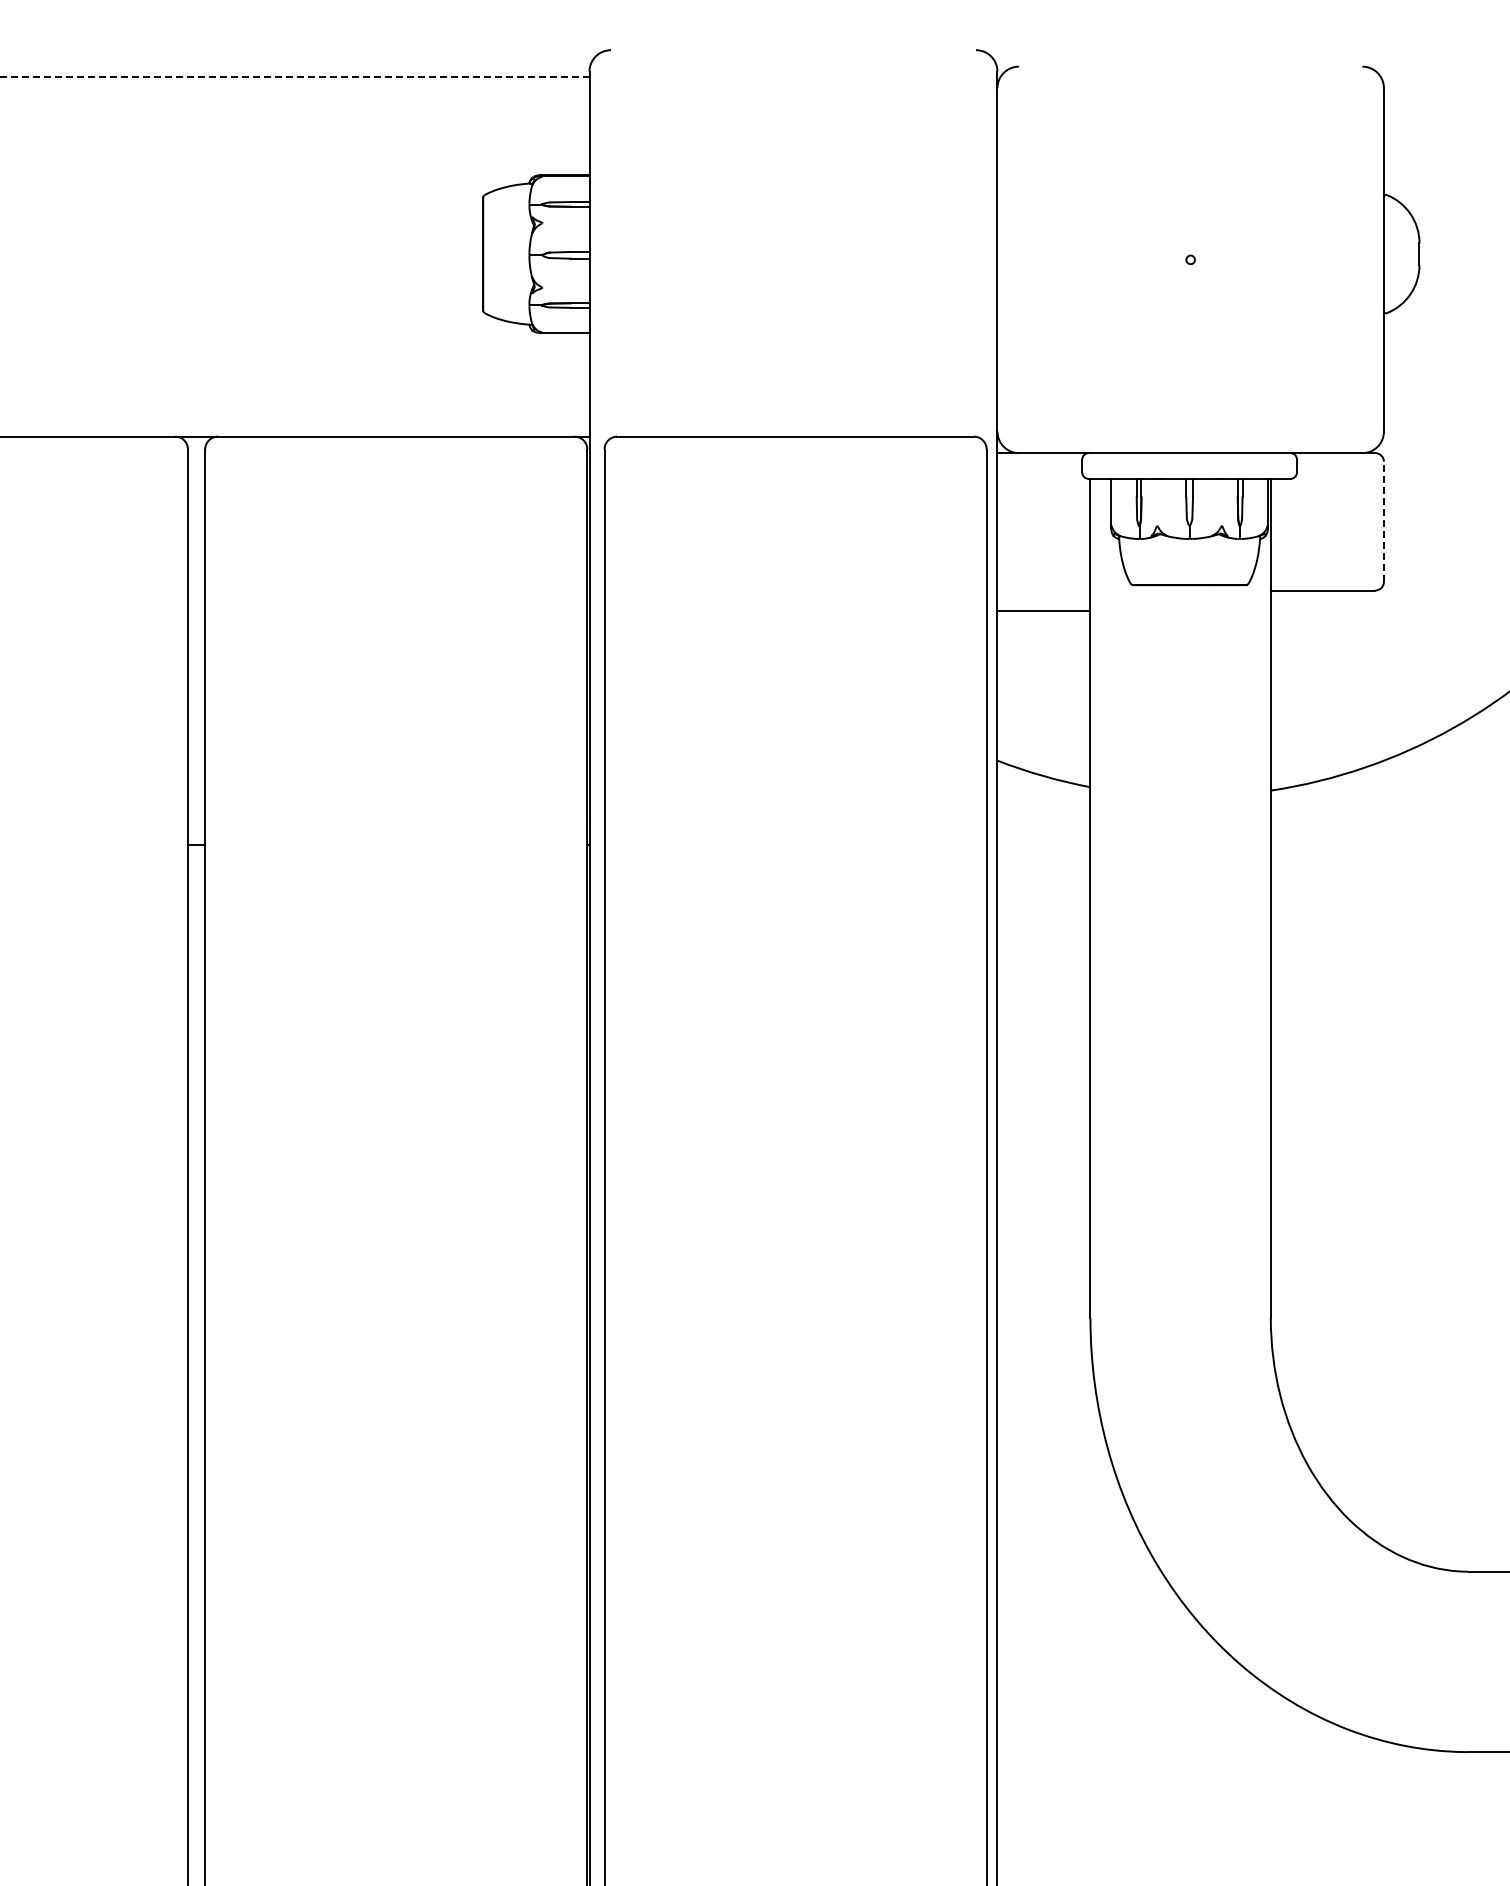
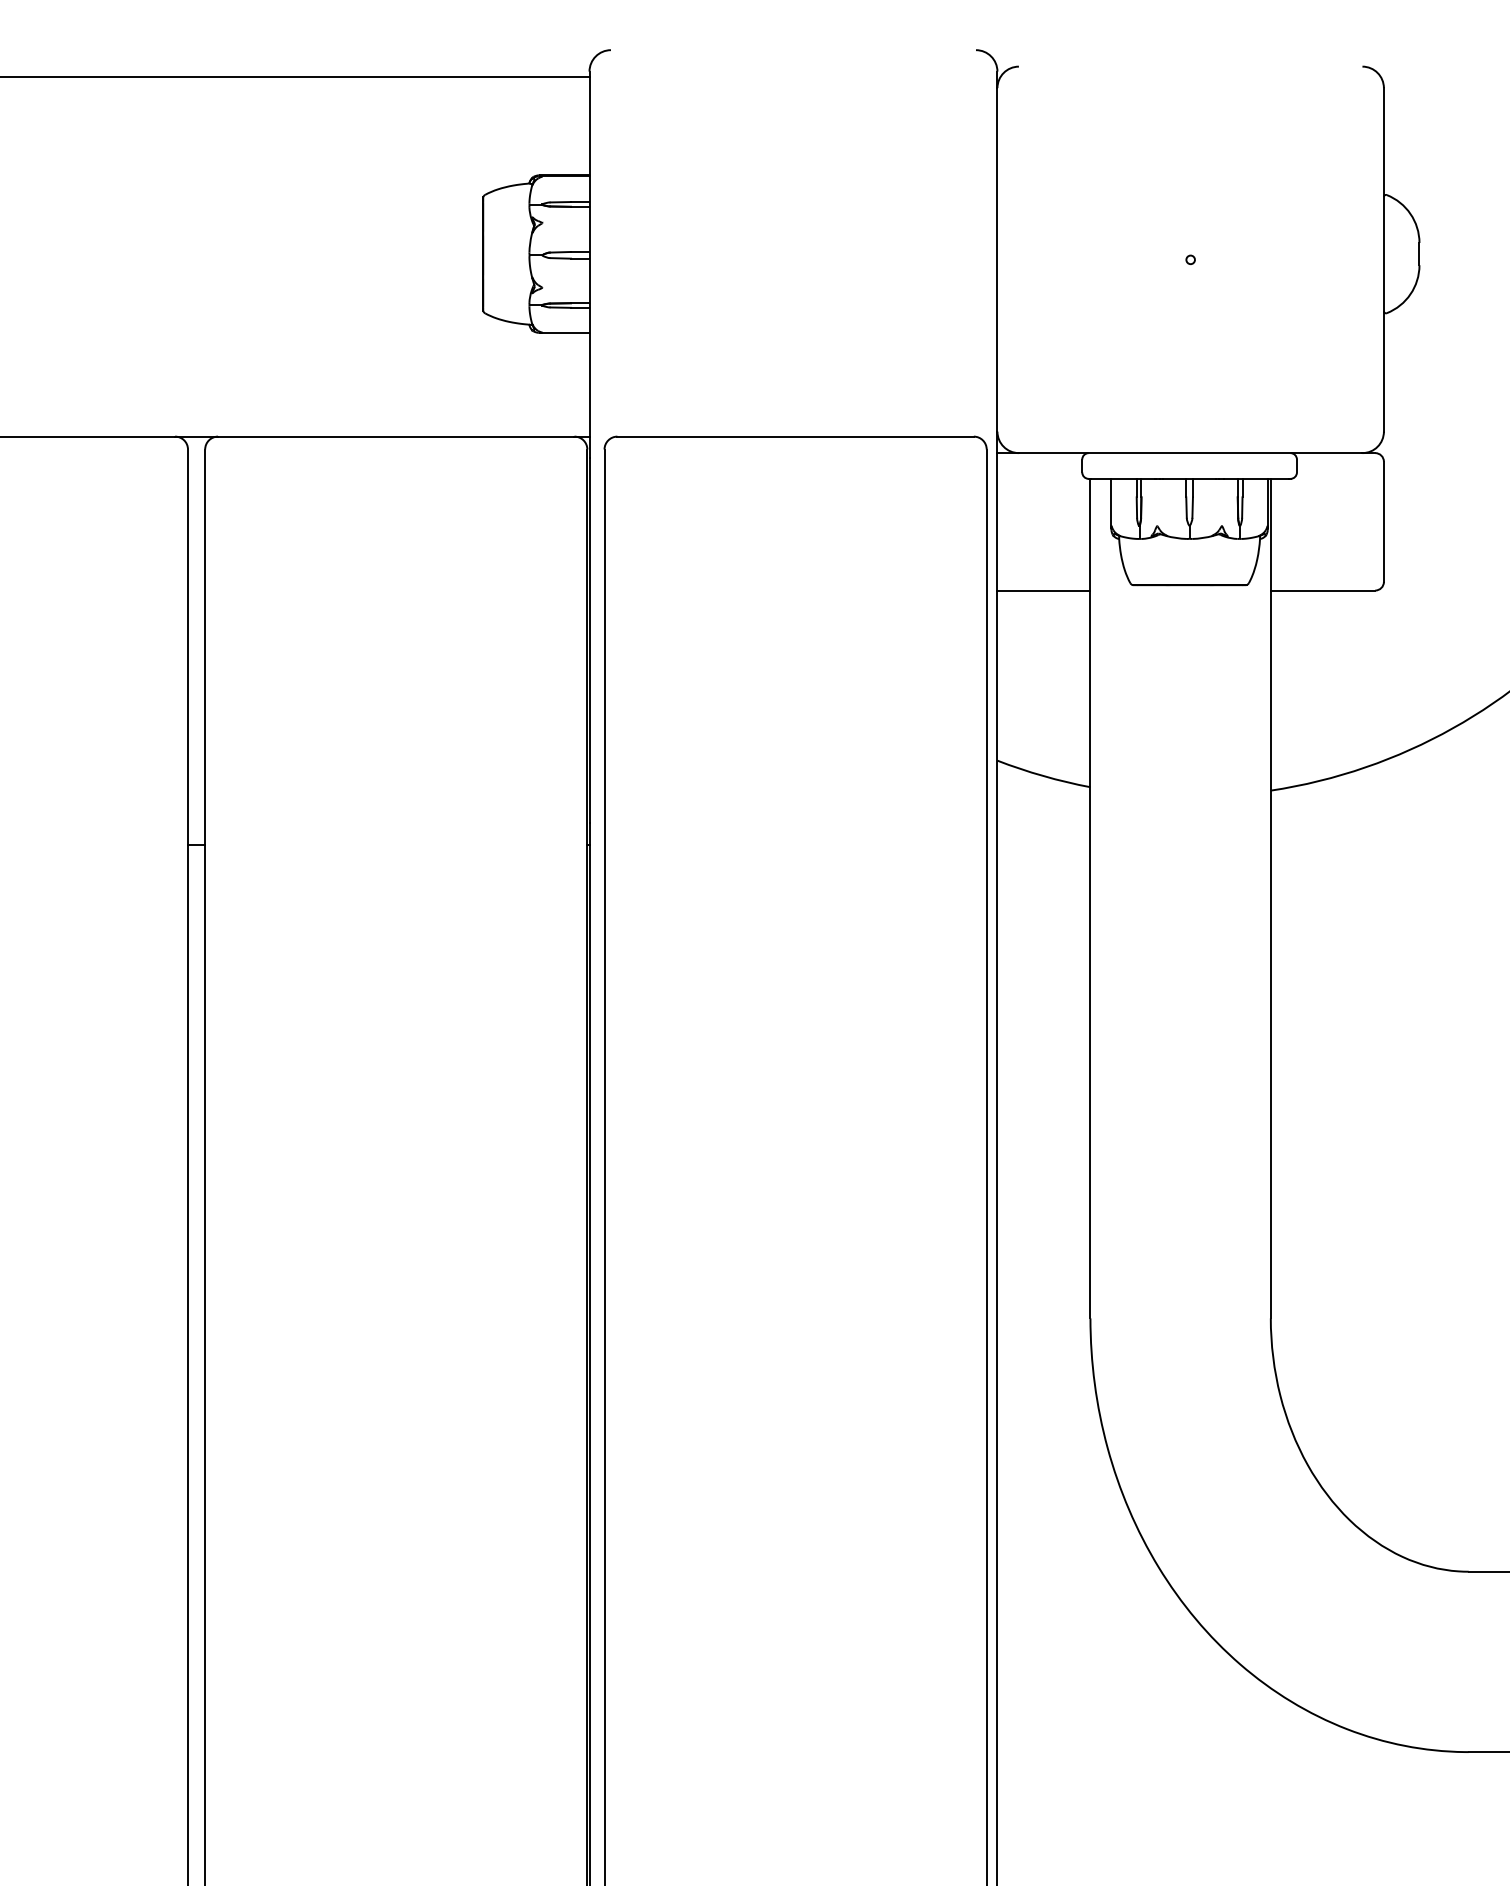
line at (294, 77): dashed -> solid
line at (1383, 521): dashed -> solid
line at (1043, 610) position: (1043, 610) -> (1043, 590)
